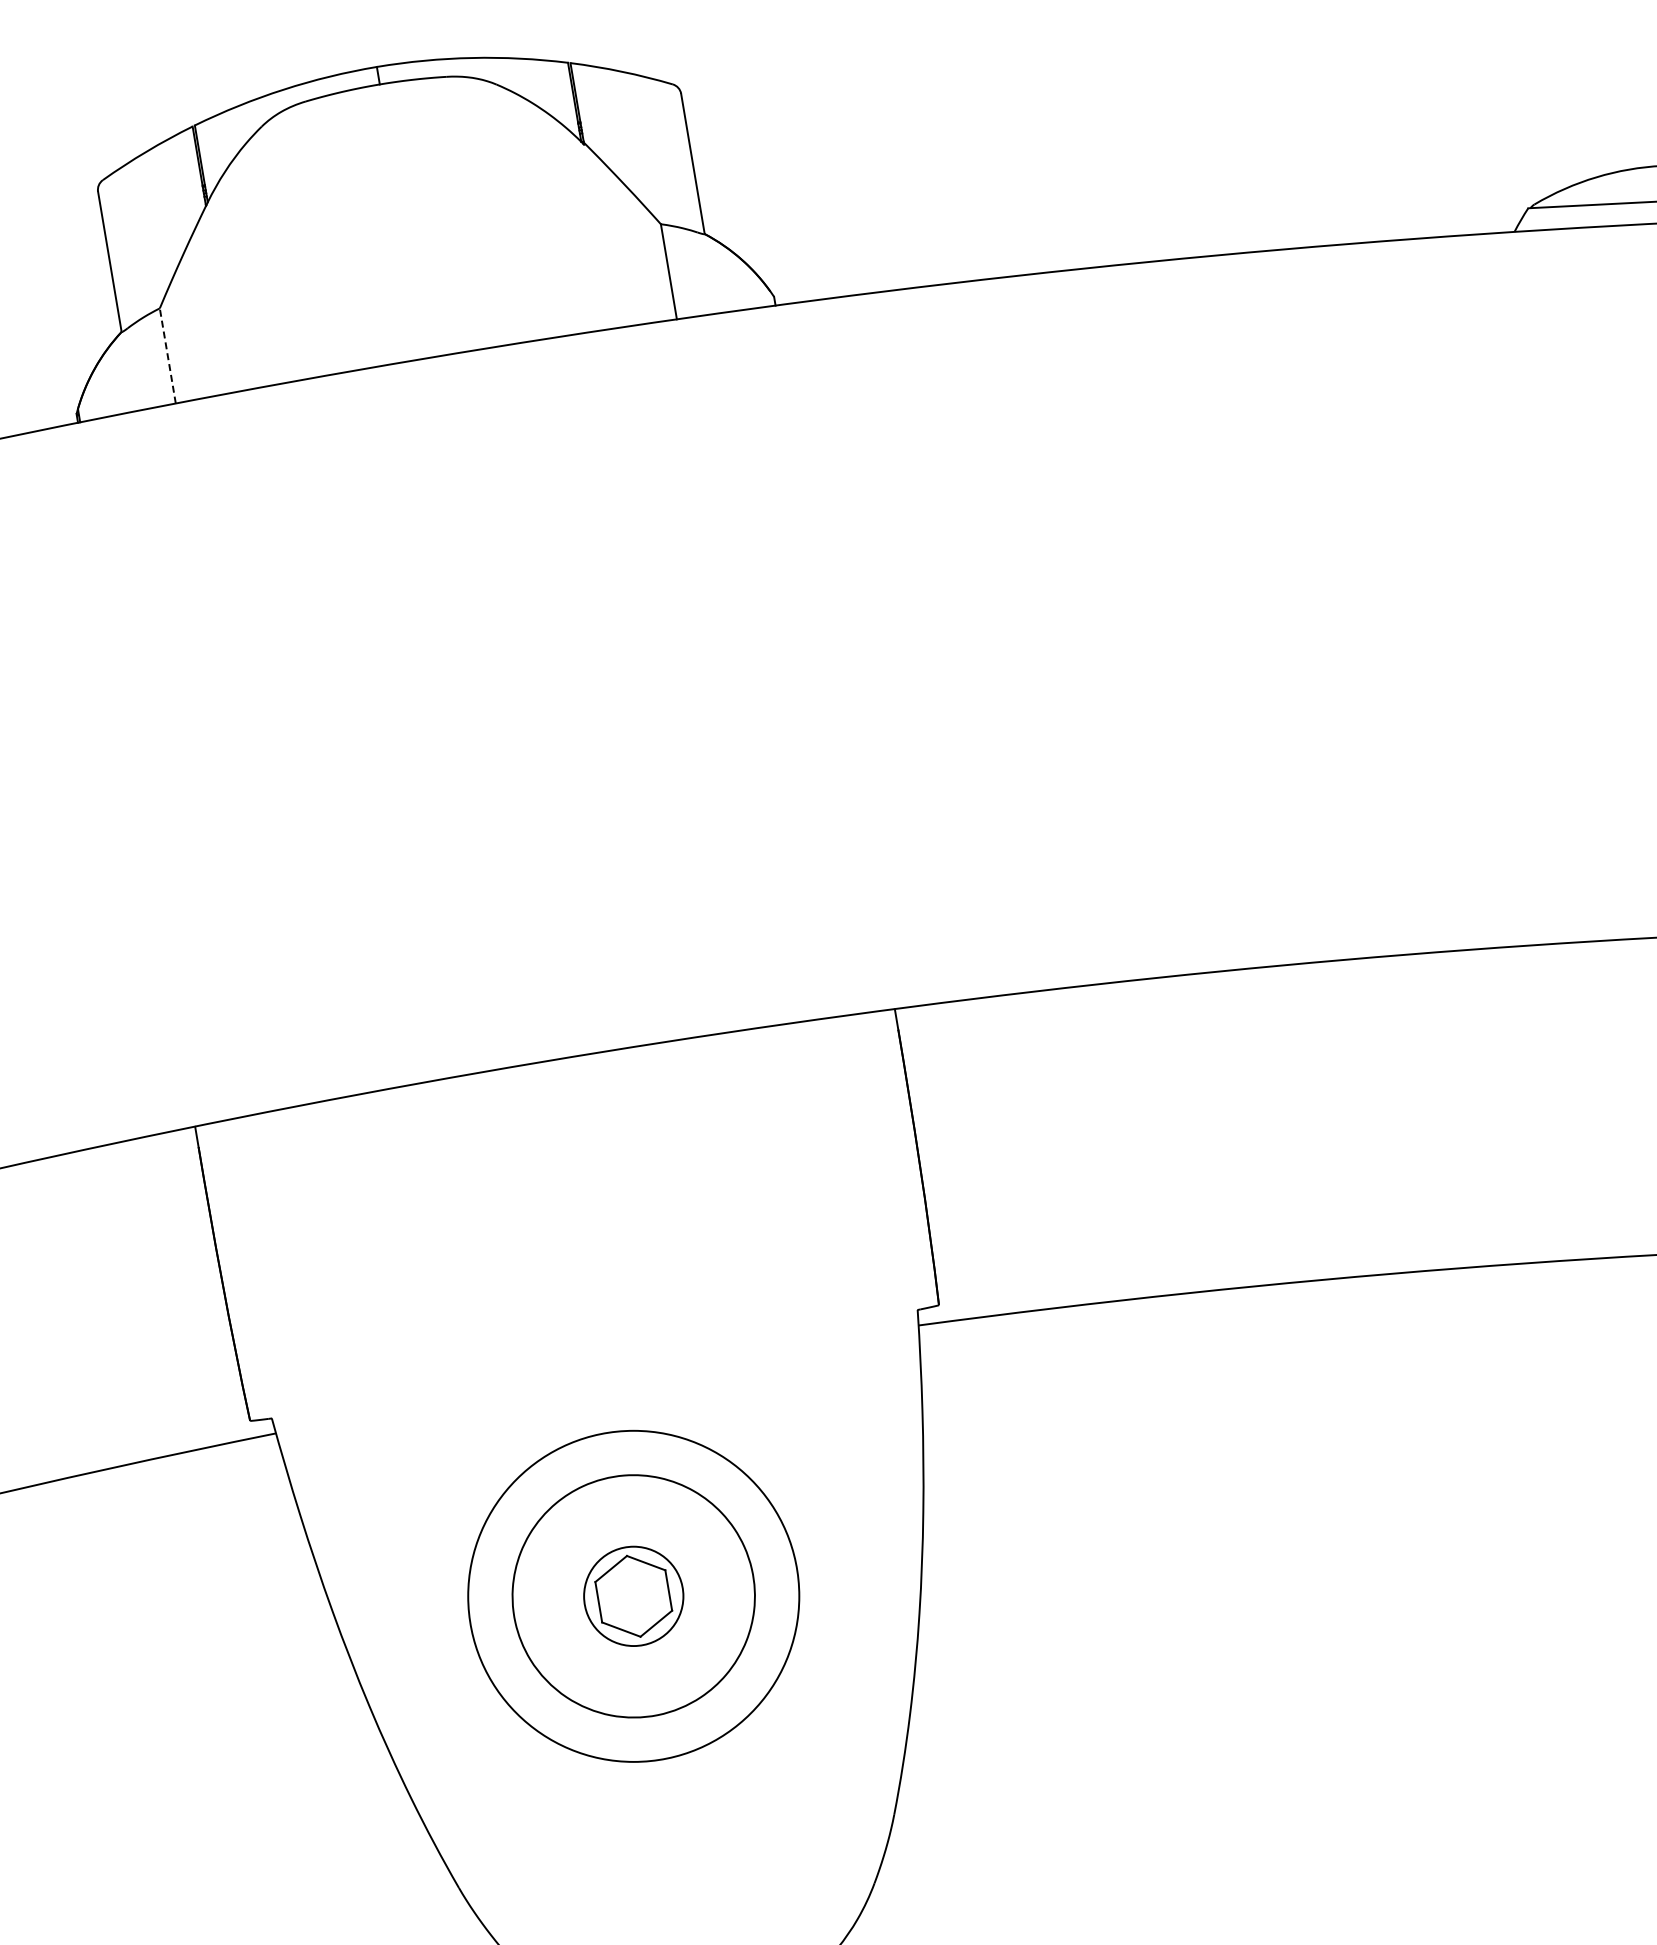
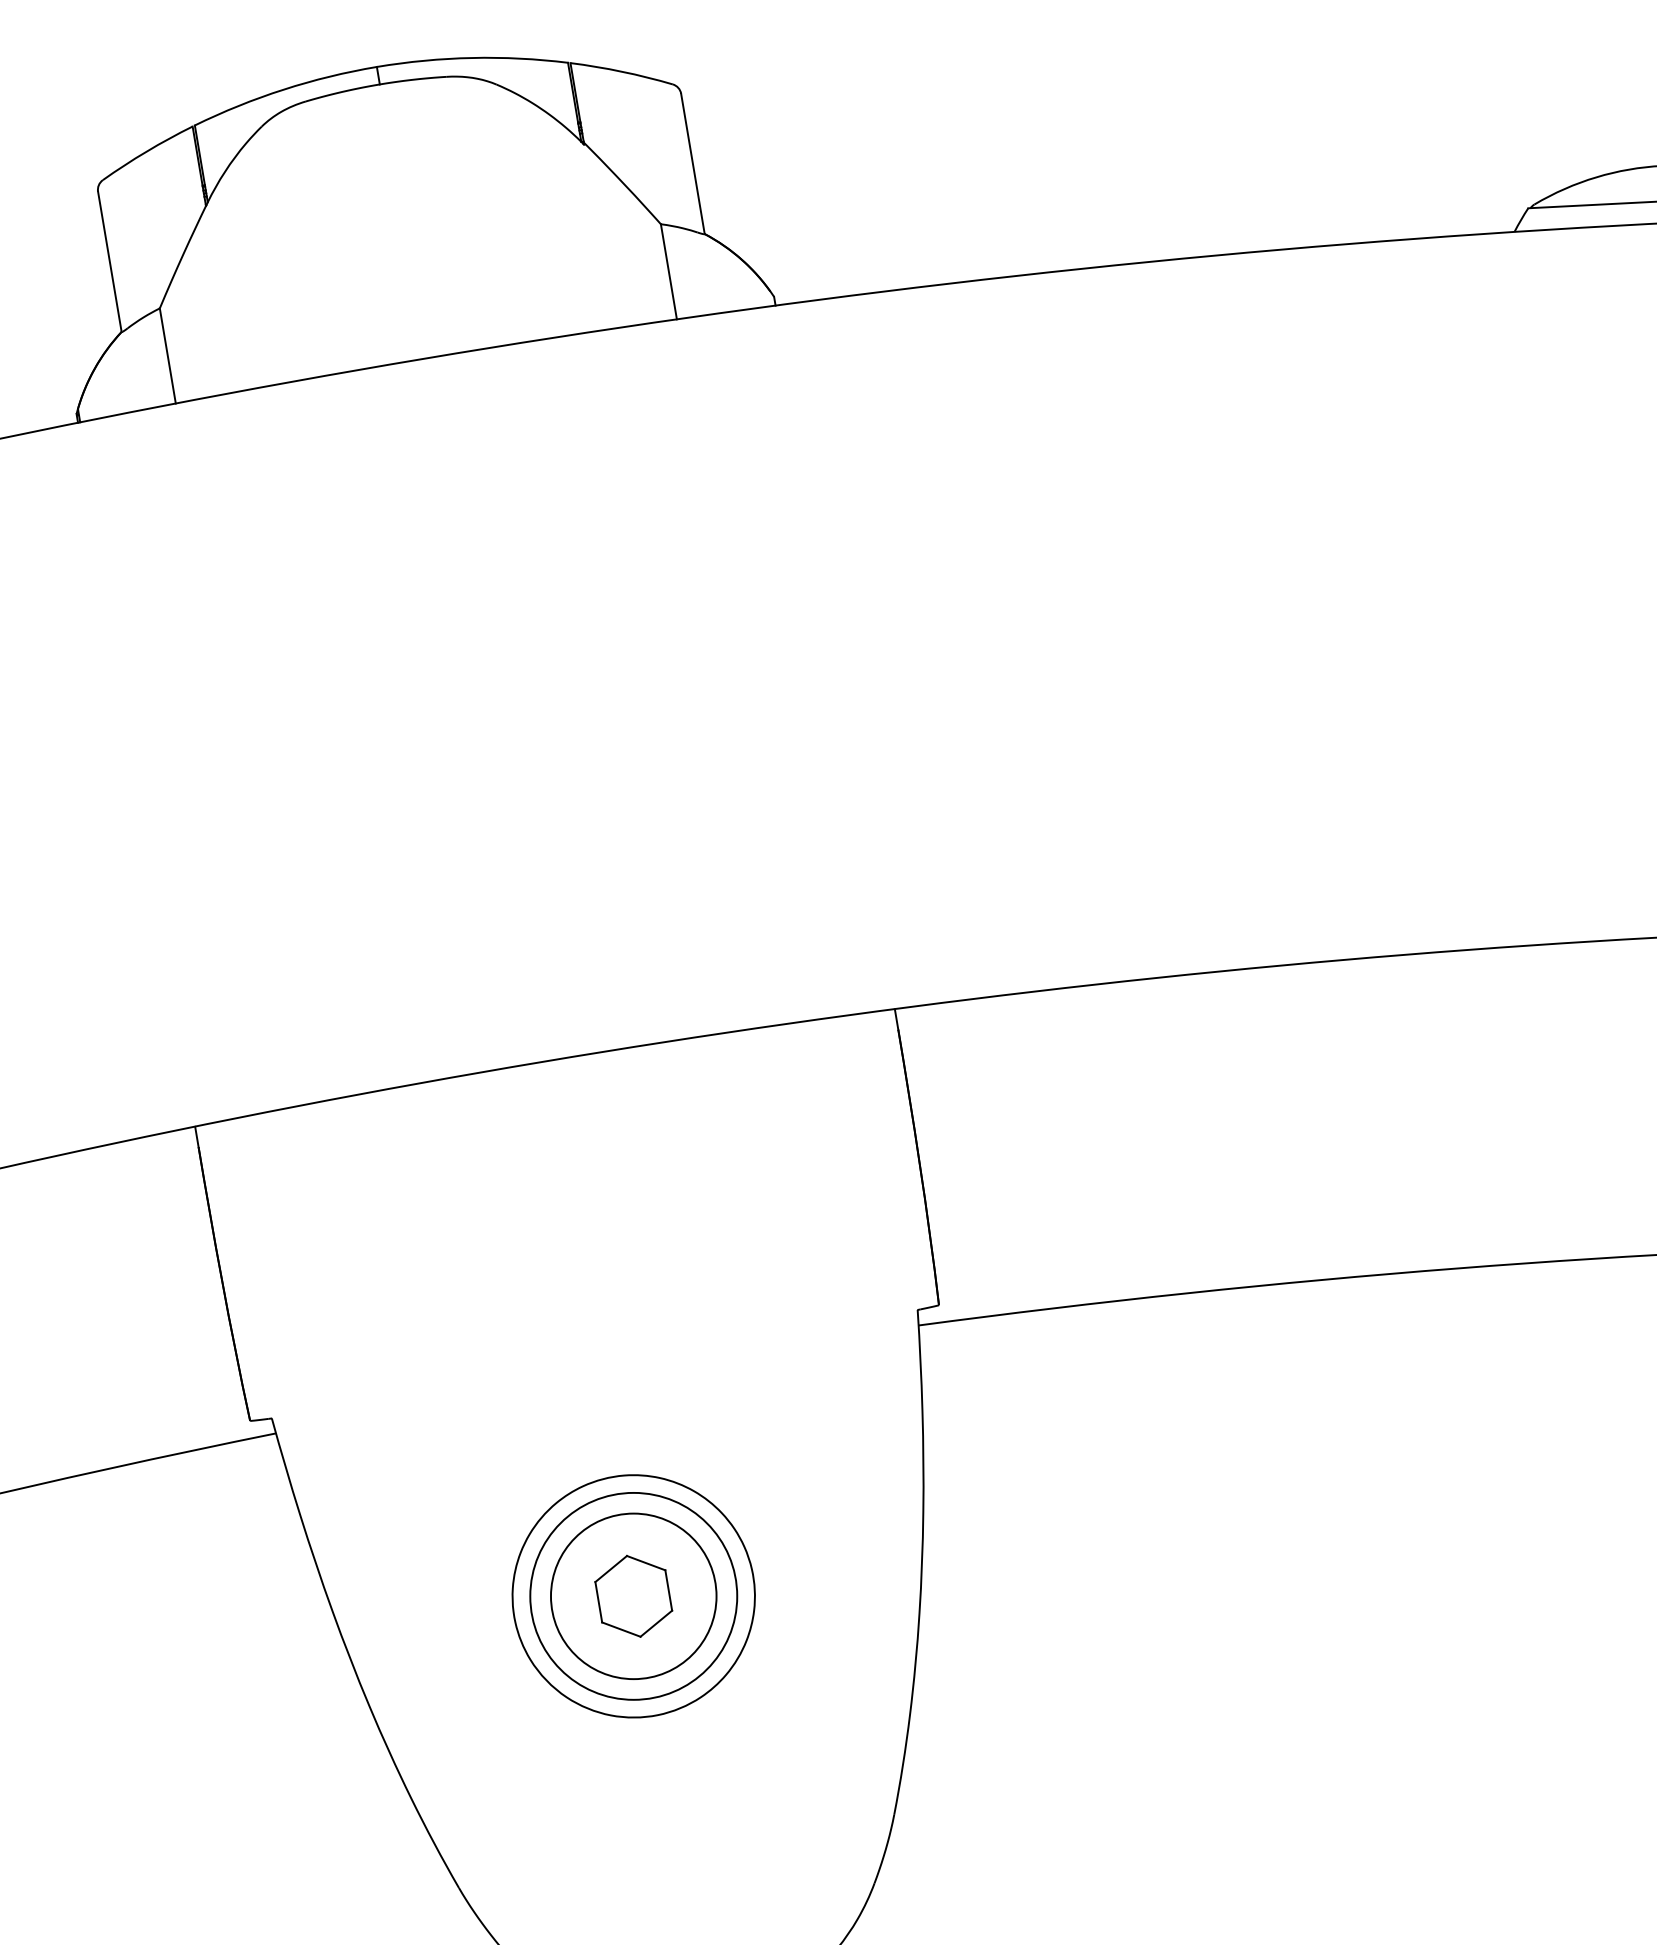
line at (167, 355): dashed -> solid
circle at (633, 1595) diameter: 331 px -> 207 px
circle at (633, 1596) diameter: 99 px -> 166 px
